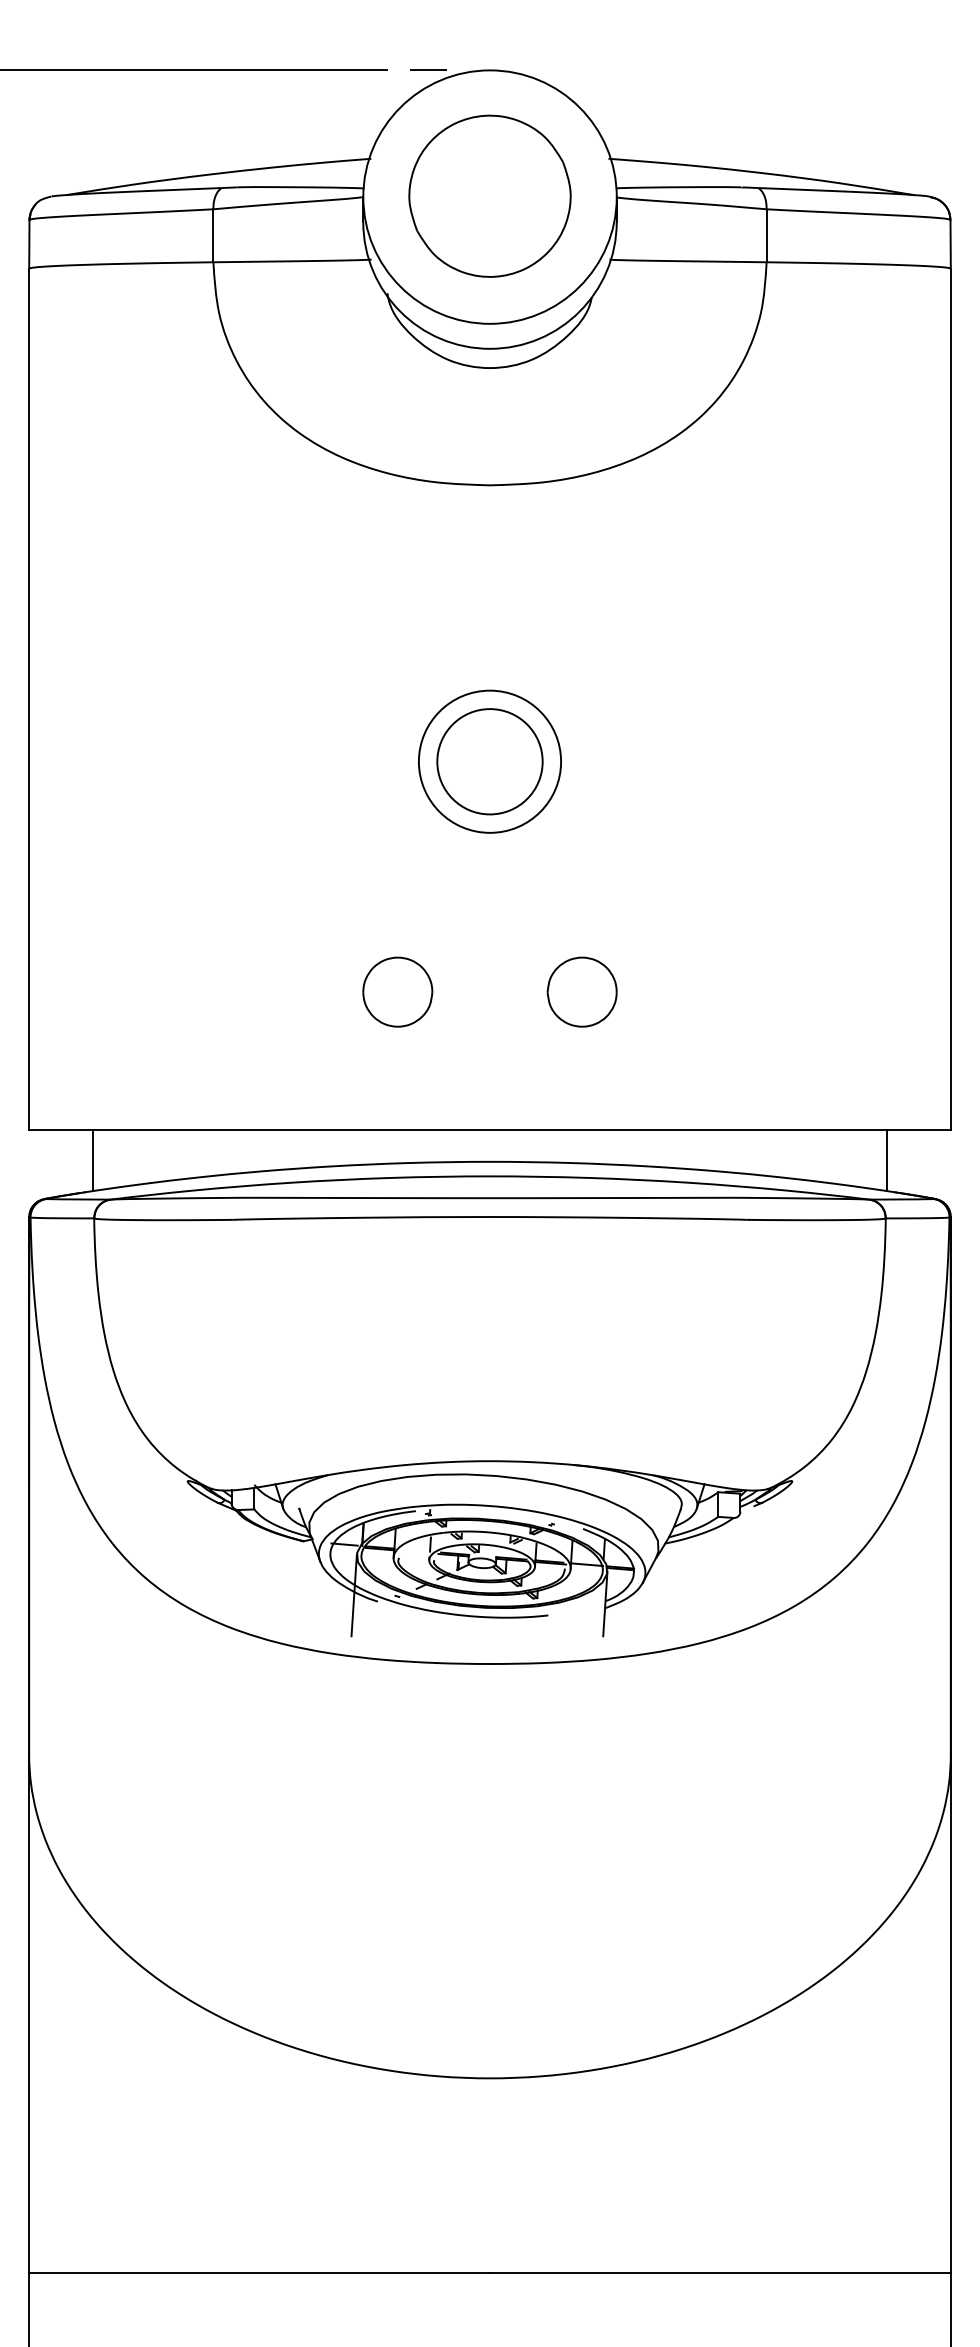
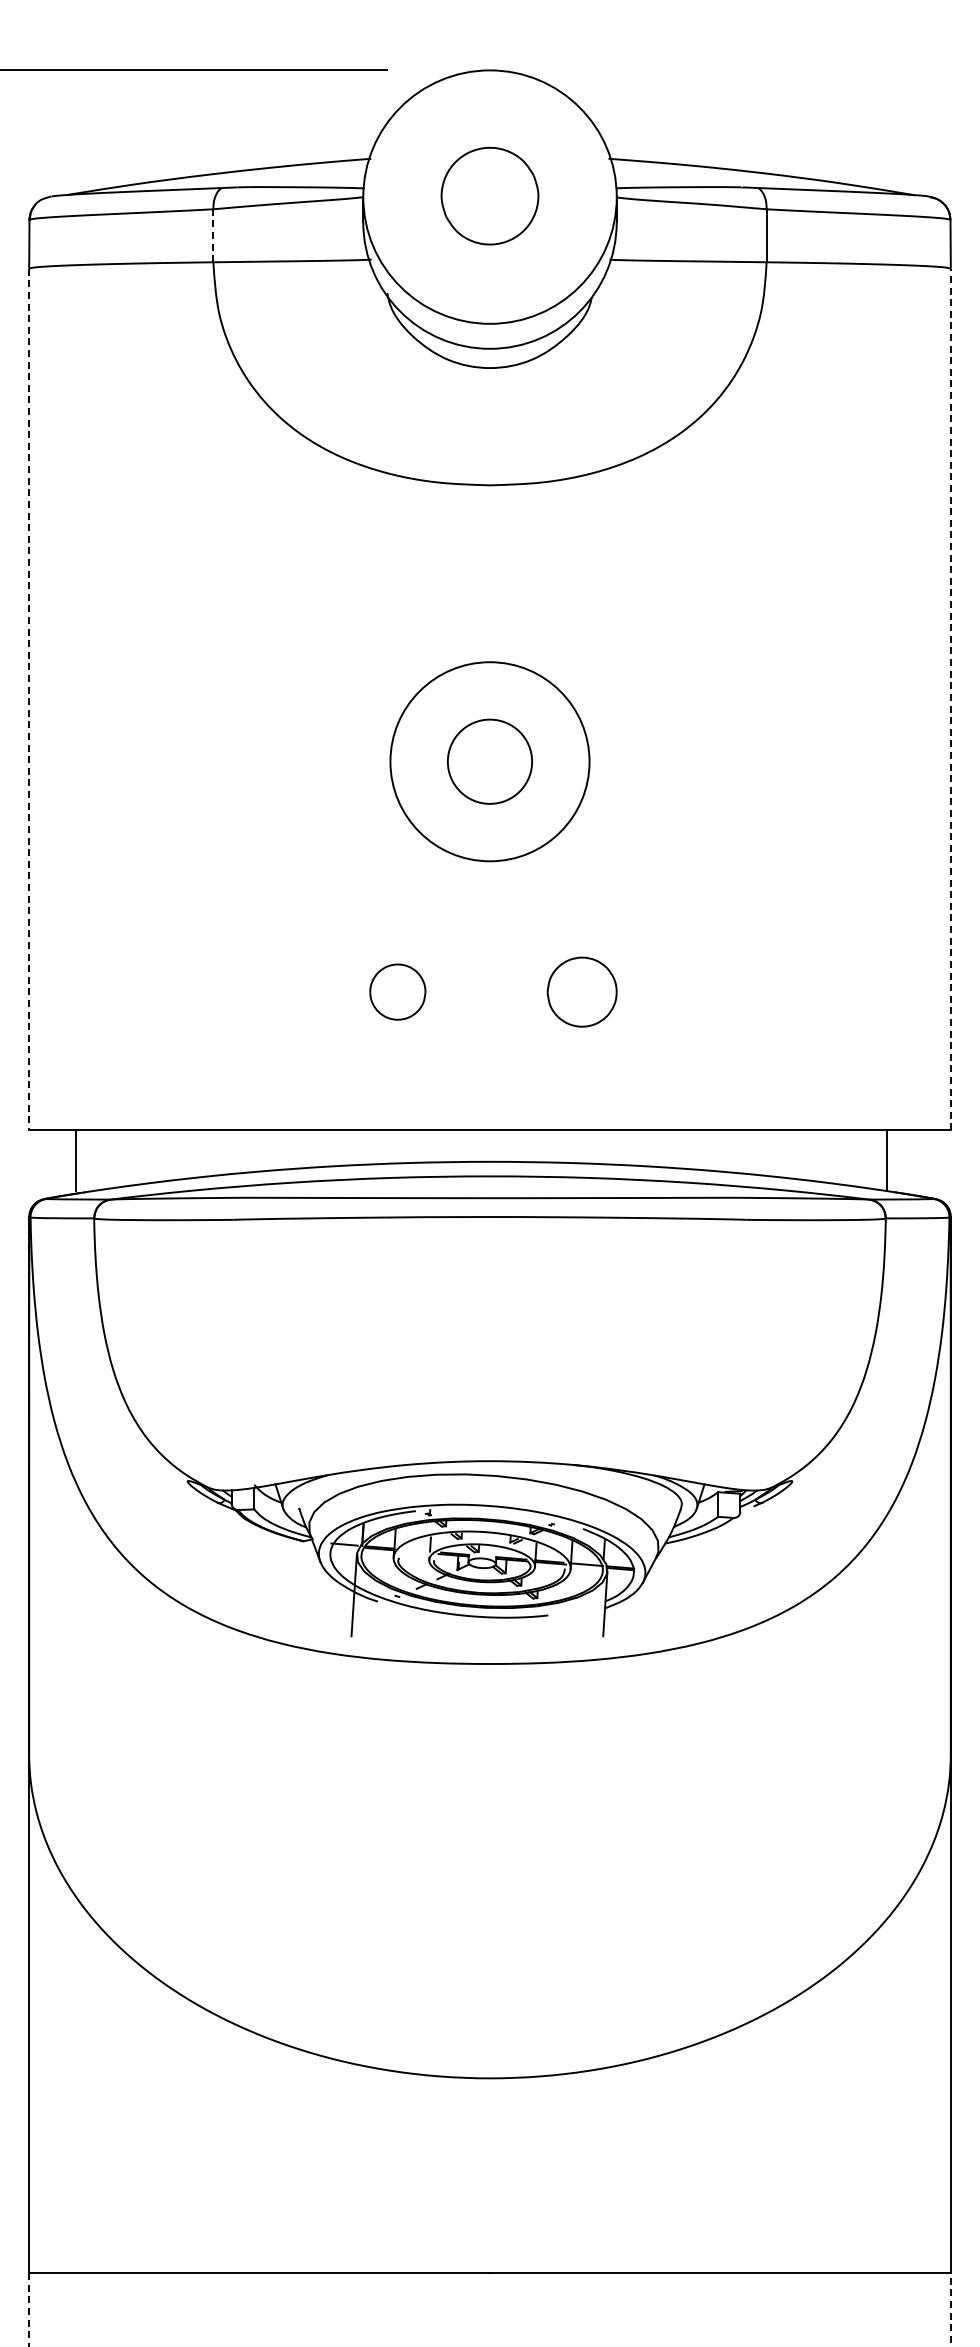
line at (428, 70): present -> none
part at (489, 195) size: 164x164 px -> 100x100 px
line at (213, 235): solid -> dashed
line at (29, 699): solid -> dashed
line at (950, 699): solid -> dashed
circle at (489, 761) diameter: 105 px -> 84 px
circle at (489, 761) diameter: 142 px -> 199 px
part at (397, 991) size: 72x72 px -> 58x58 px
line at (92, 1160) position: (92, 1160) -> (75, 1160)
line at (950, 2309): solid -> dashed
line at (29, 2310): solid -> dashed
